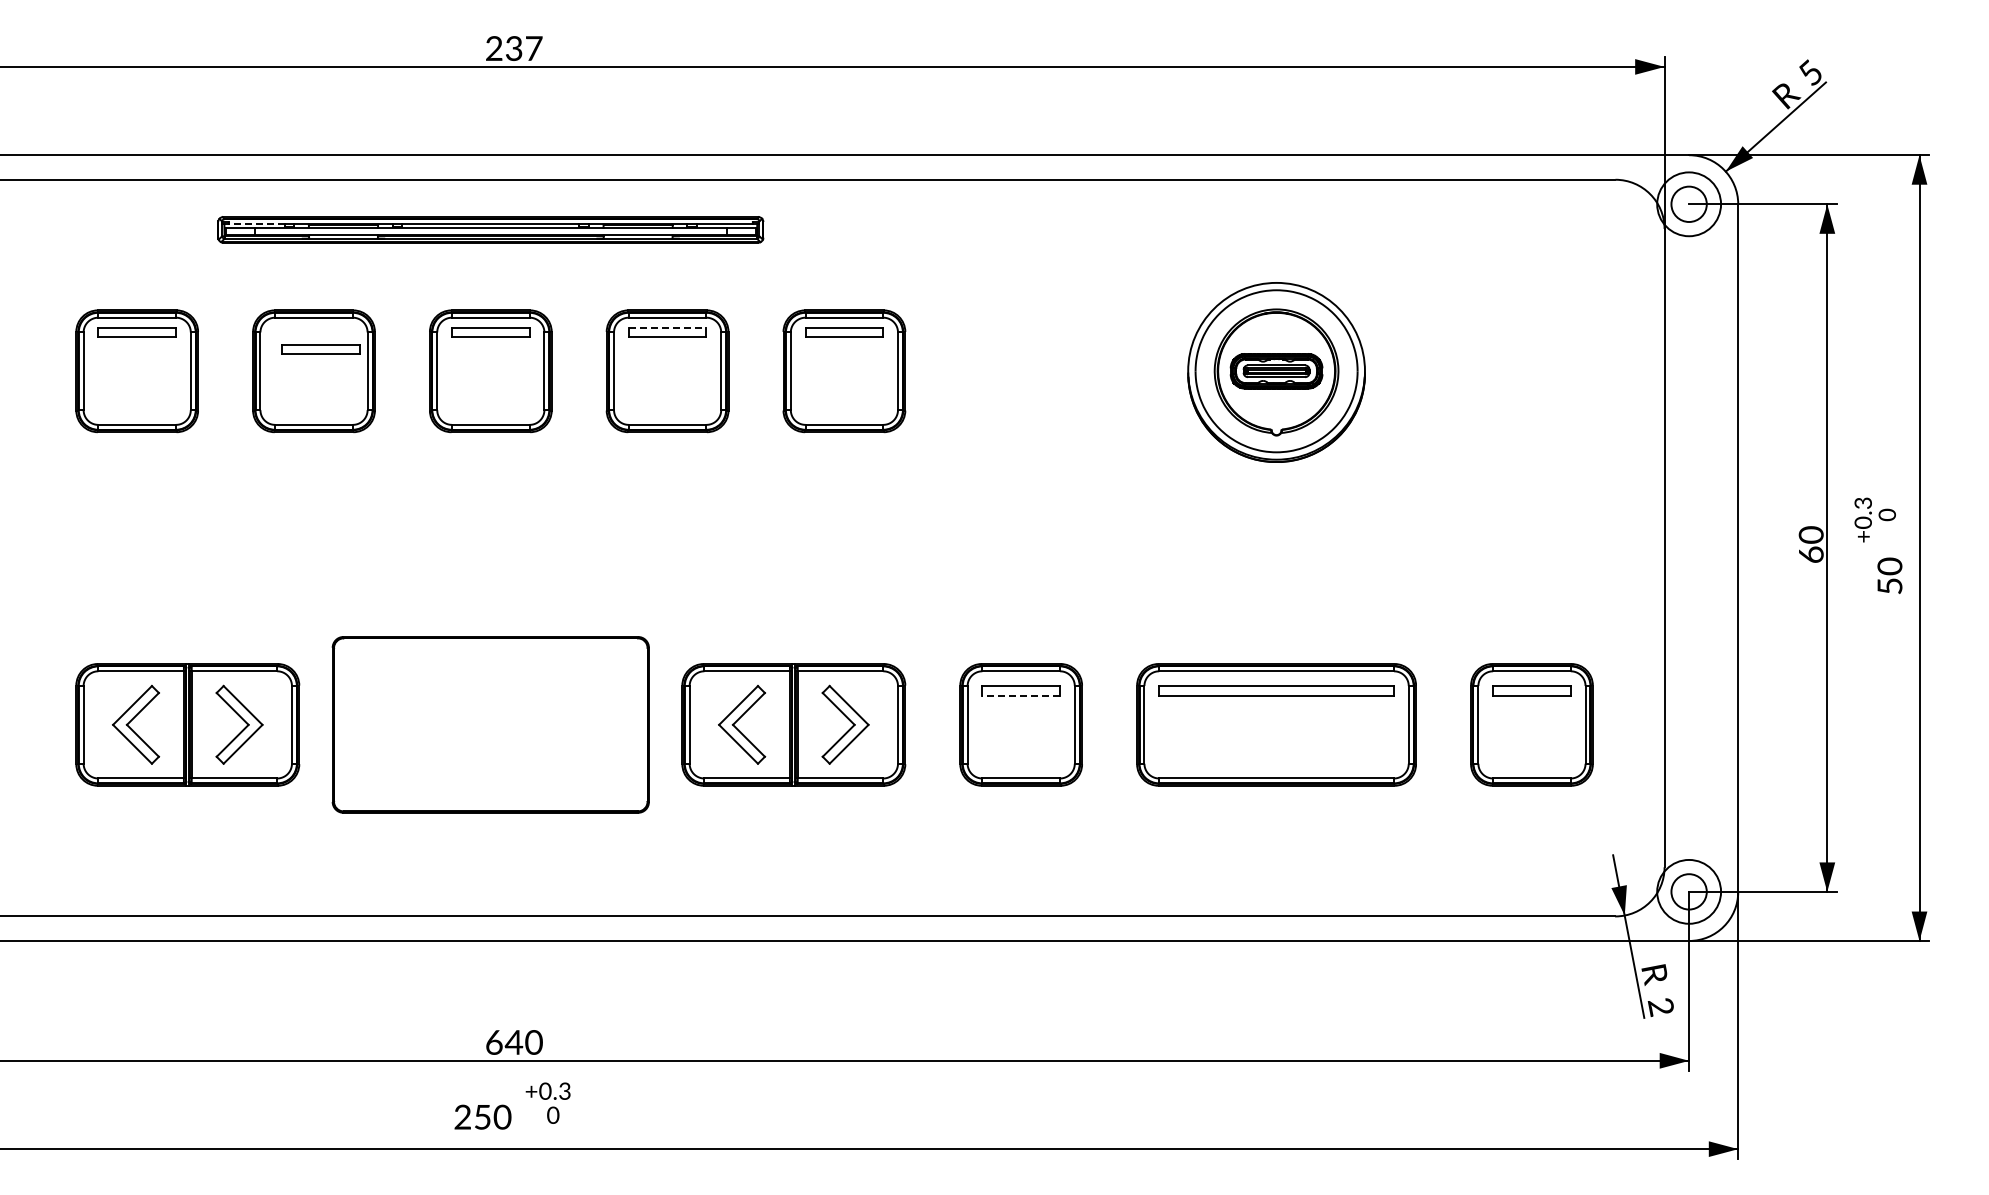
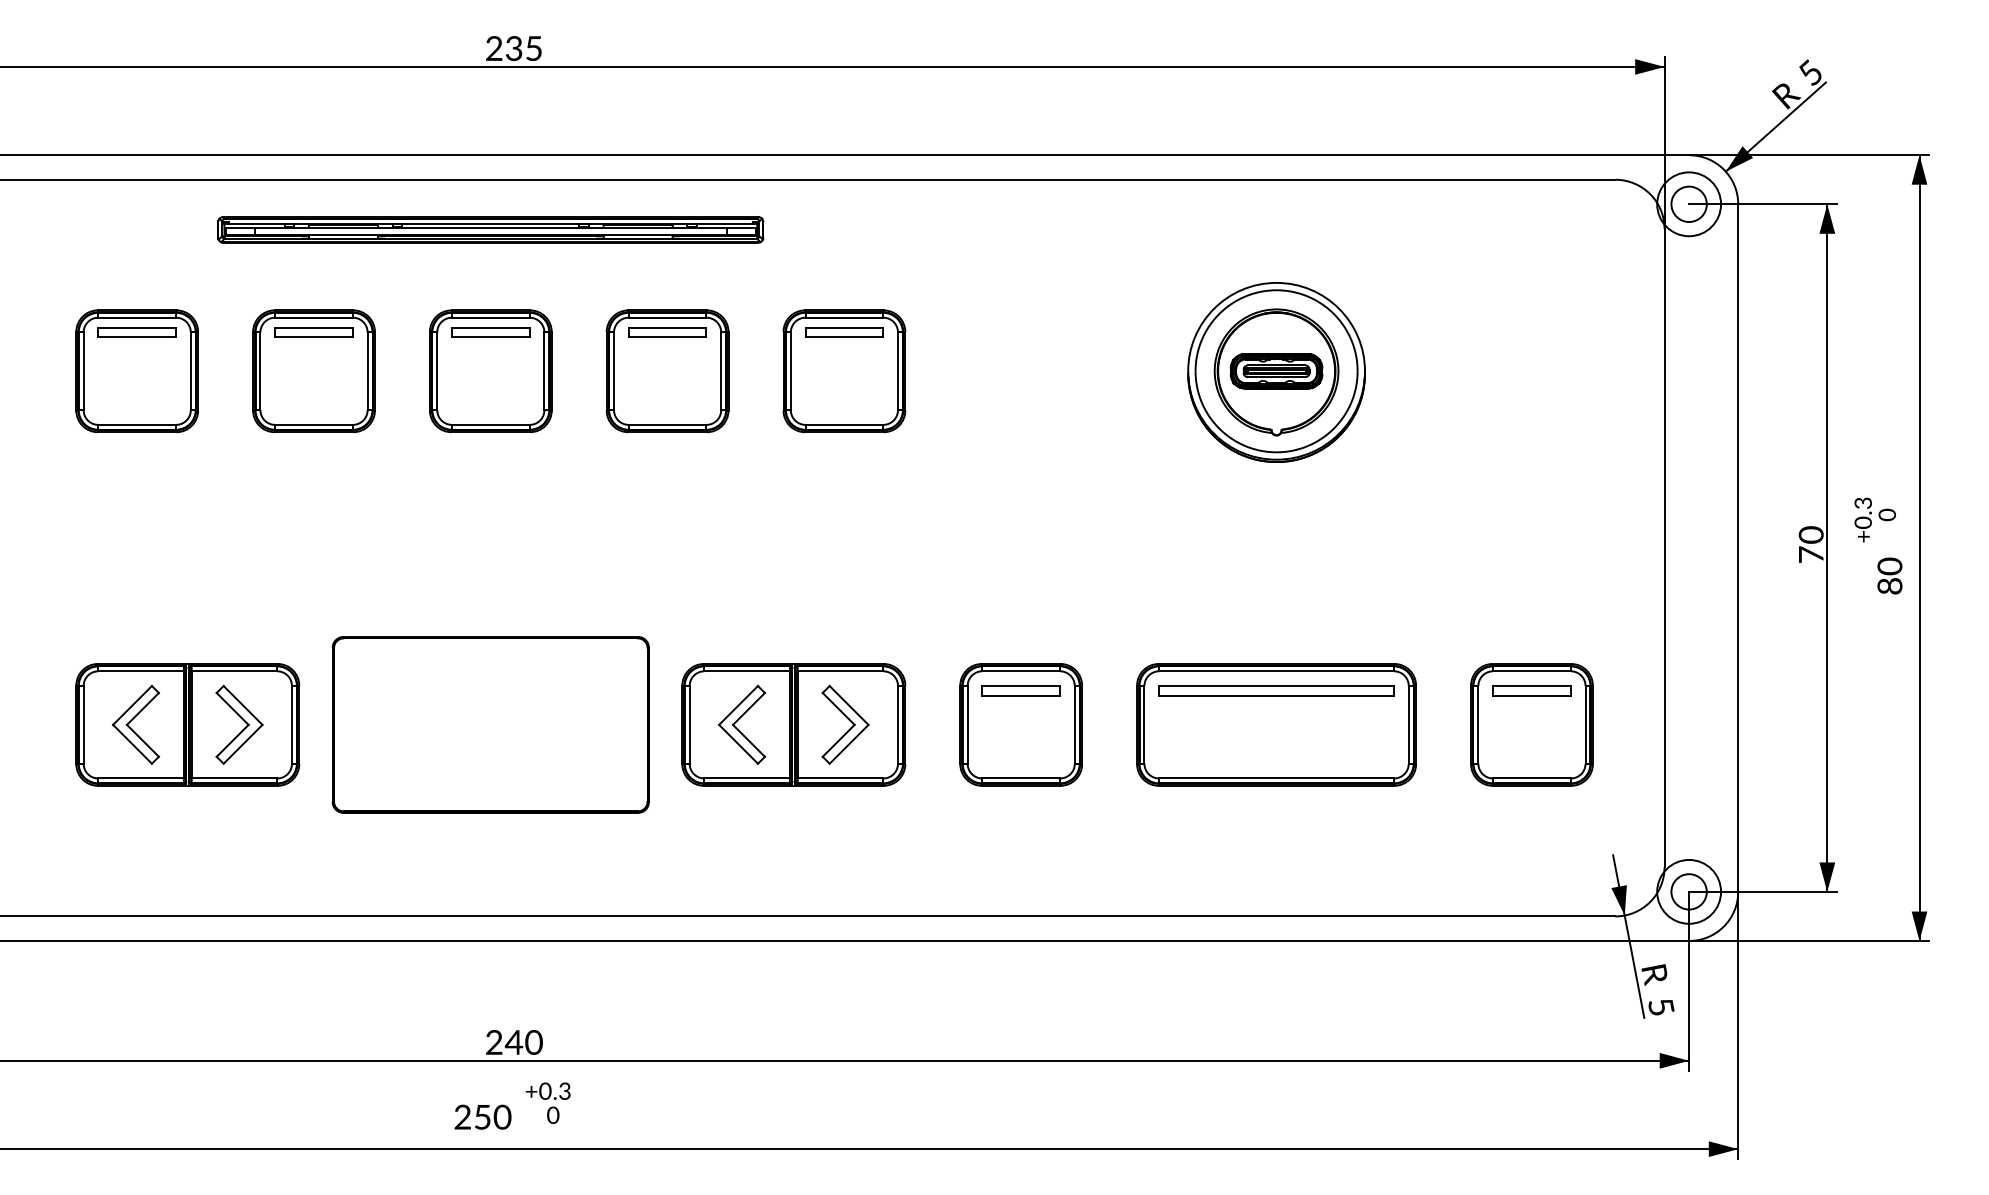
text at (534, 48): 237 -> 235
line at (256, 223): dashed -> solid
line at (667, 327): dashed -> solid
part at (320, 349) position: (320, 349) -> (313, 332)
text at (1811, 554): 60 -> 70
text at (1889, 586): 50 -> 80
line at (1021, 695): dashed -> solid
text at (1660, 1007): 2 -> 5
text at (494, 1042): 640 -> 240
